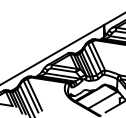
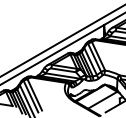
line at (62, 40): none -> present
